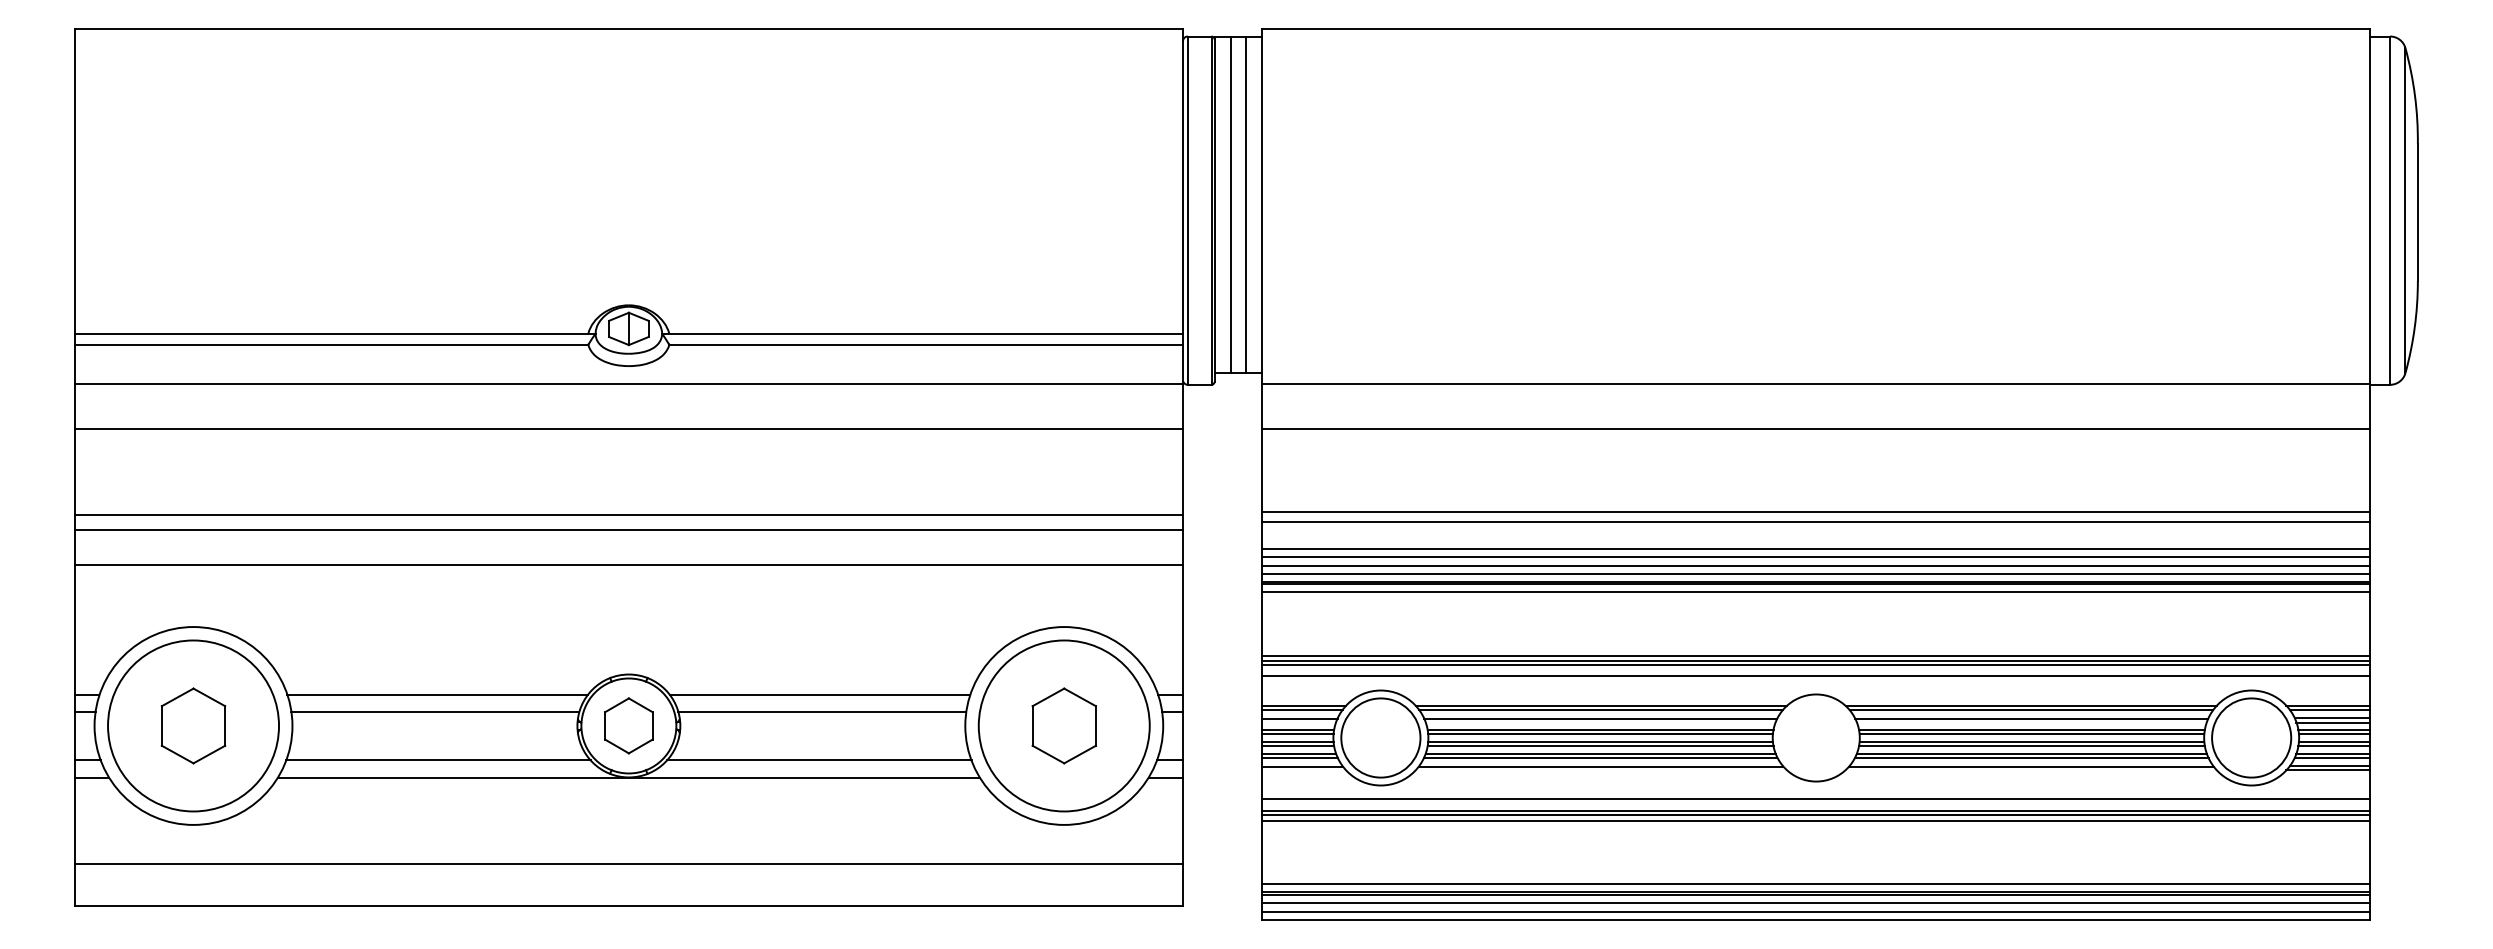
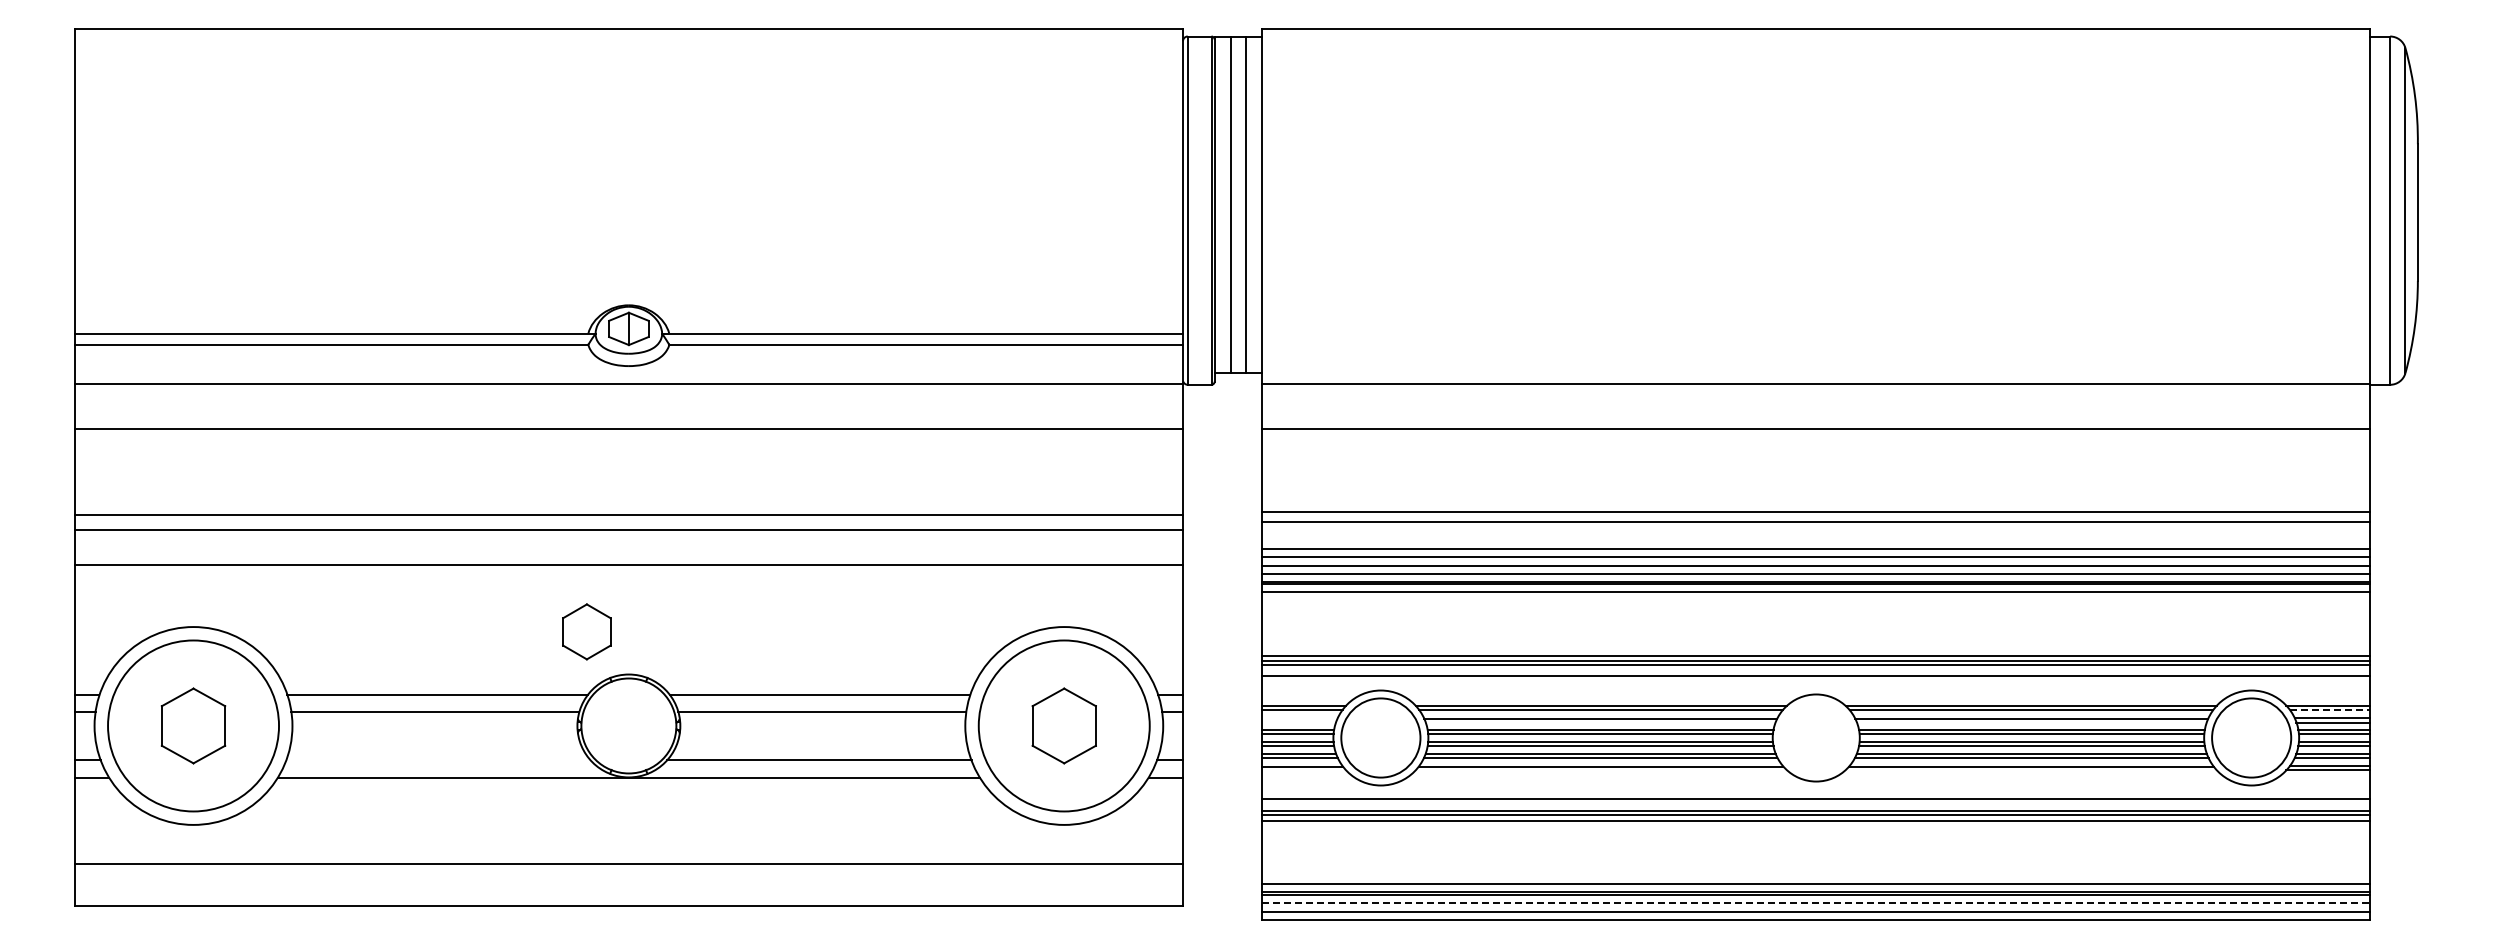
line at (2330, 710): solid -> dashed
line at (1299, 719): present -> none
part at (628, 725) position: (628, 725) -> (586, 631)
line at (438, 760): present -> none
line at (1816, 903): solid -> dashed
